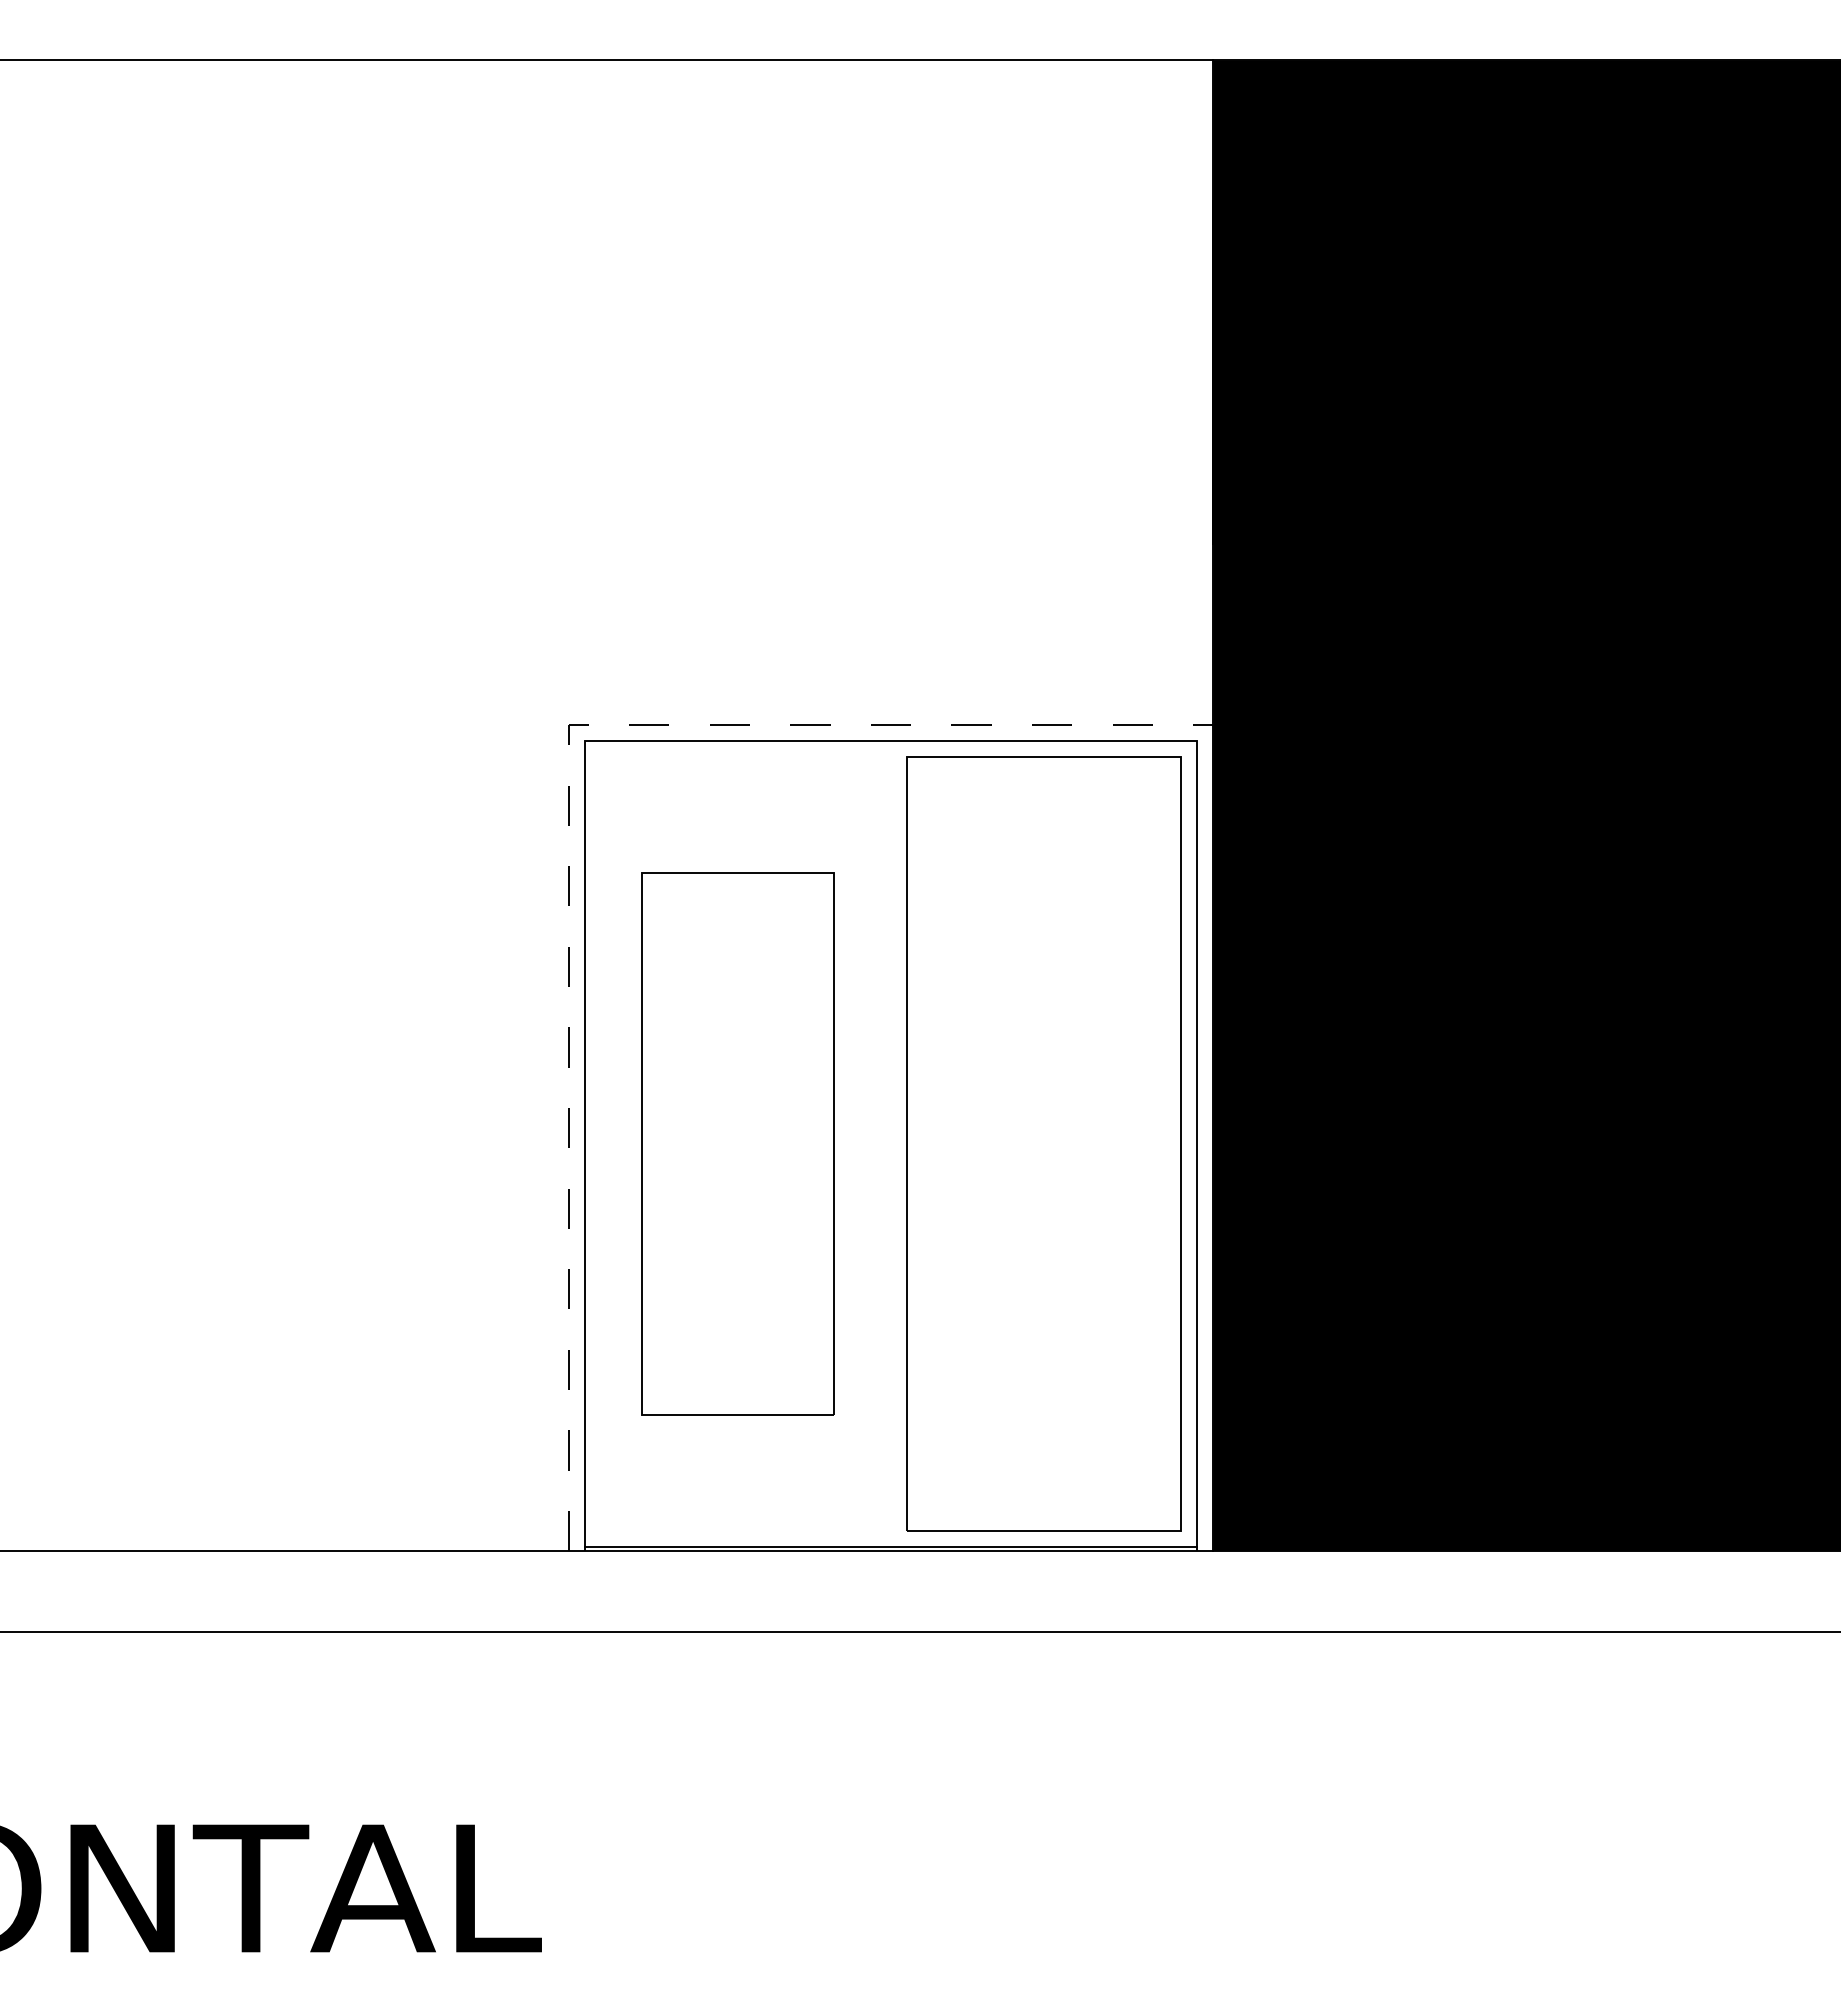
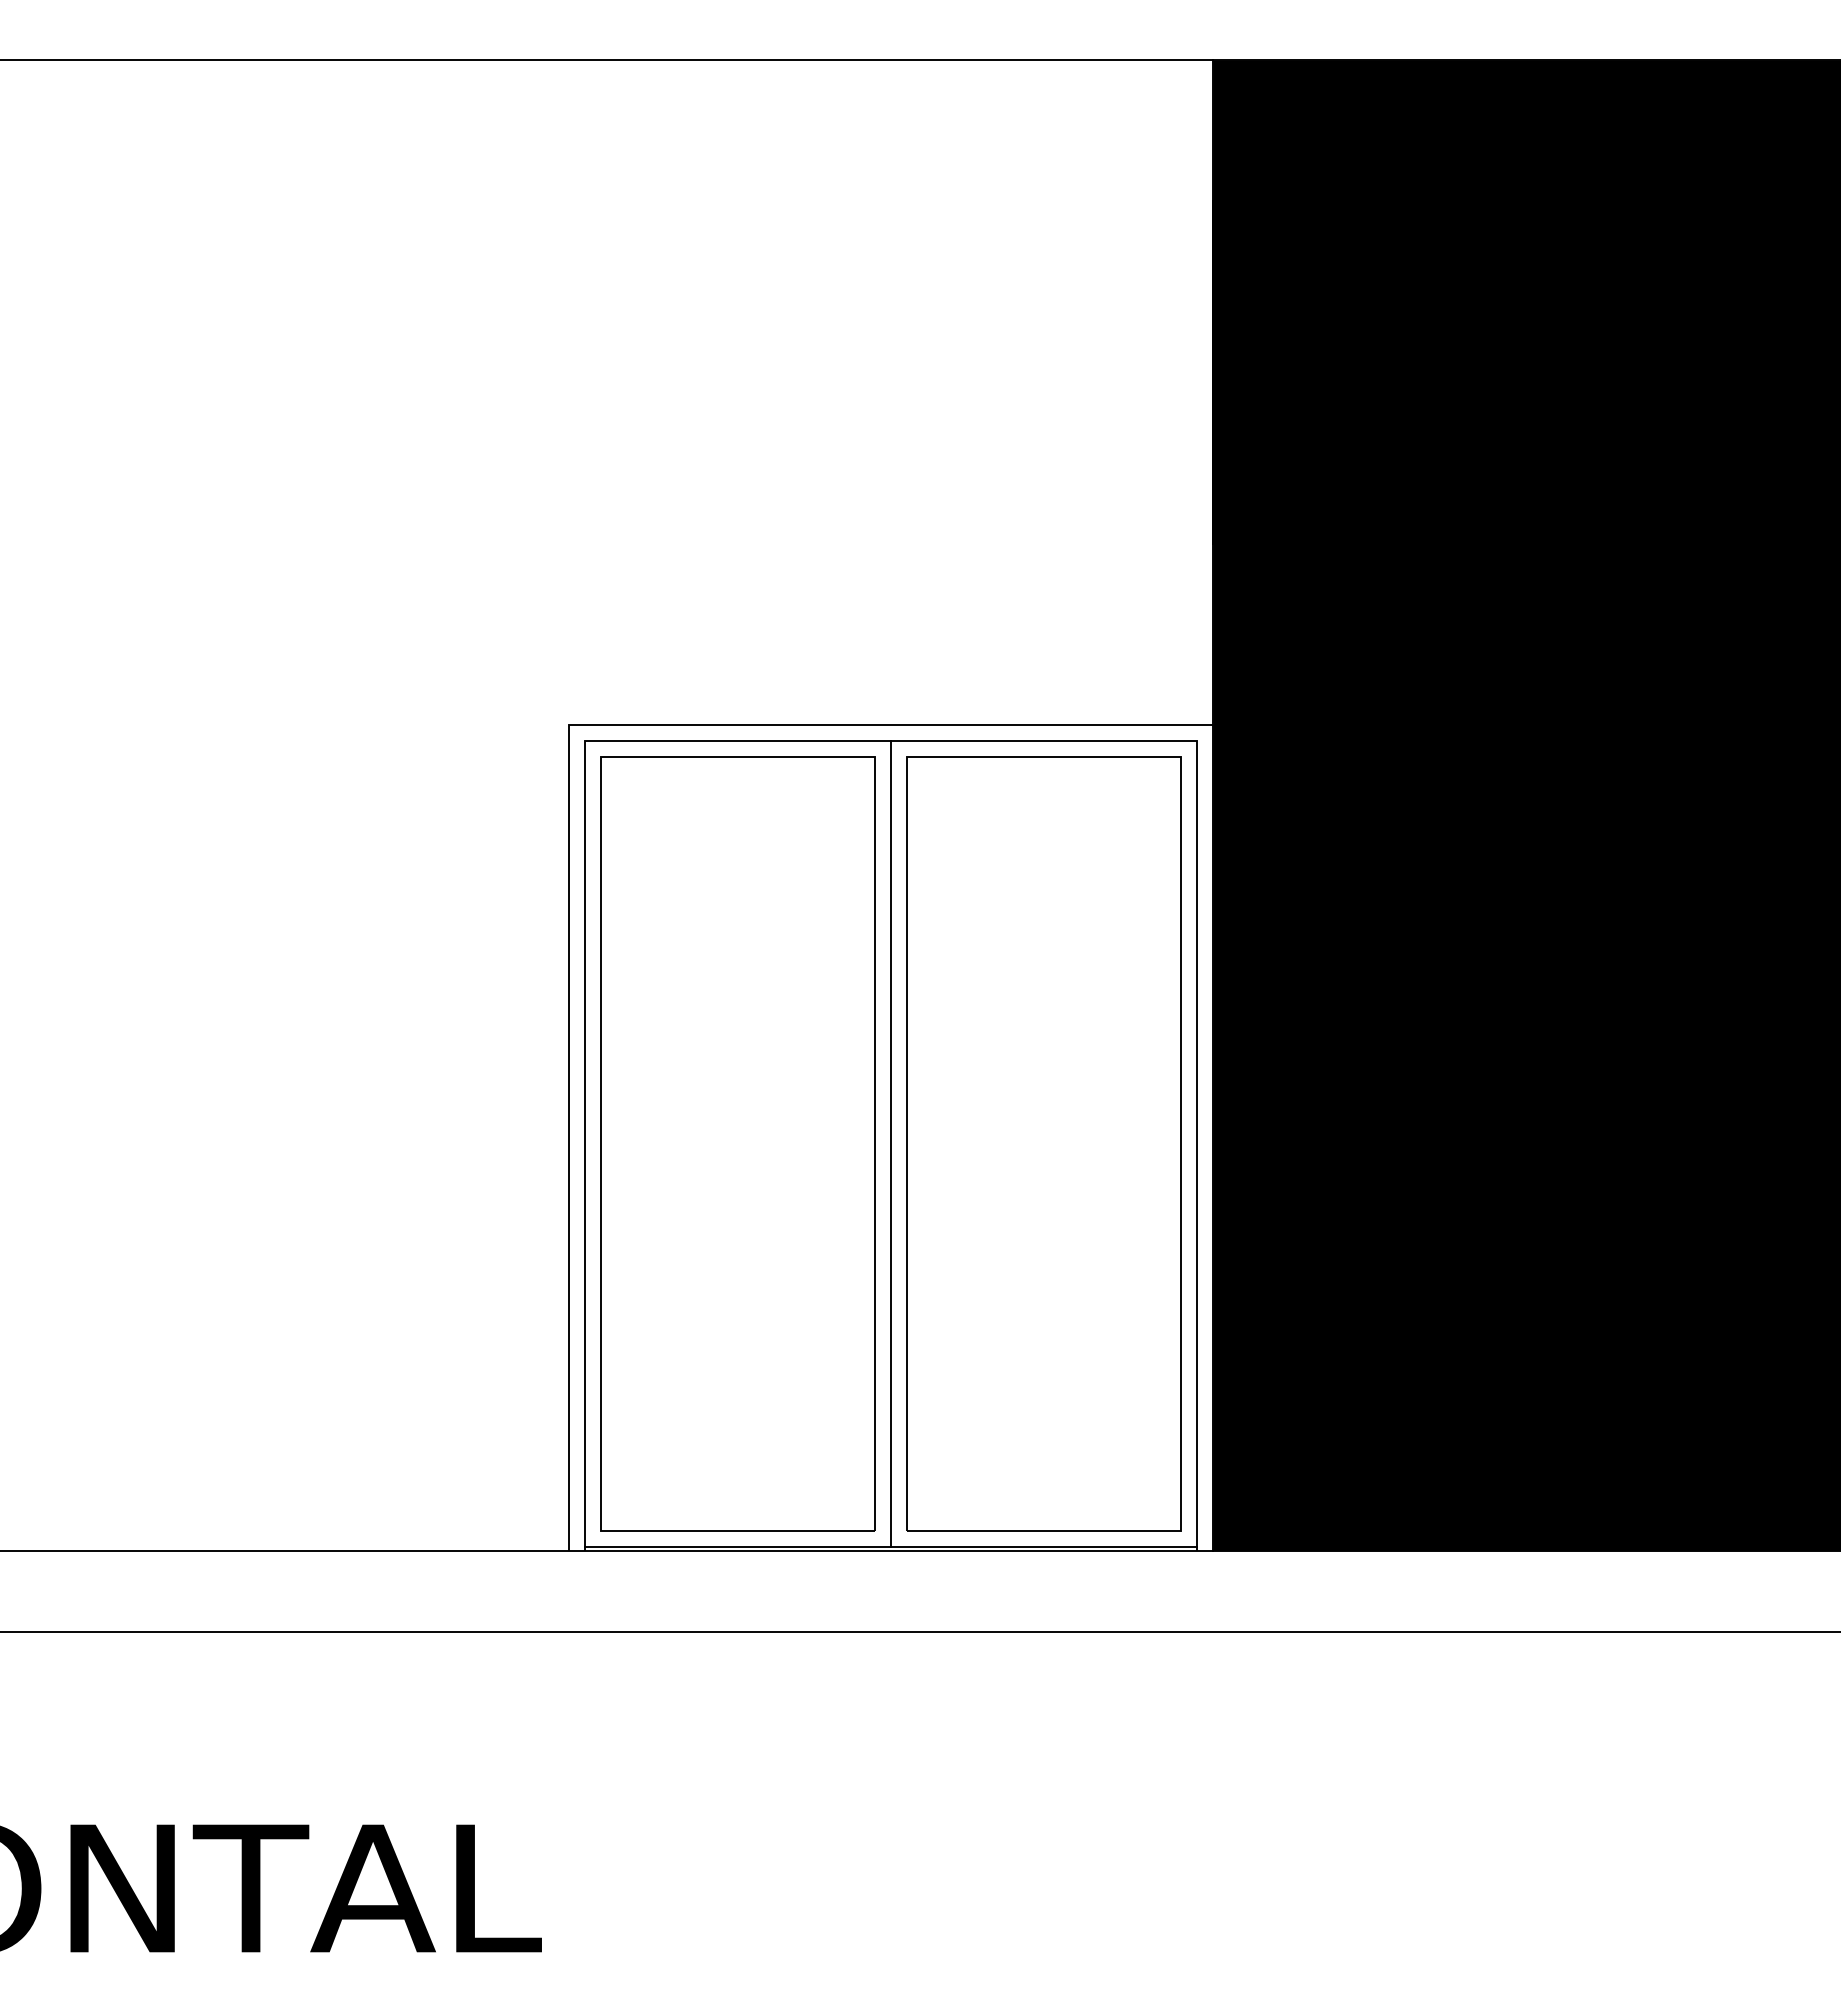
line at (568, 815): dashed -> solid
part at (737, 1143) size: 194x544 px -> 276x776 px
line at (891, 1144): none -> present
